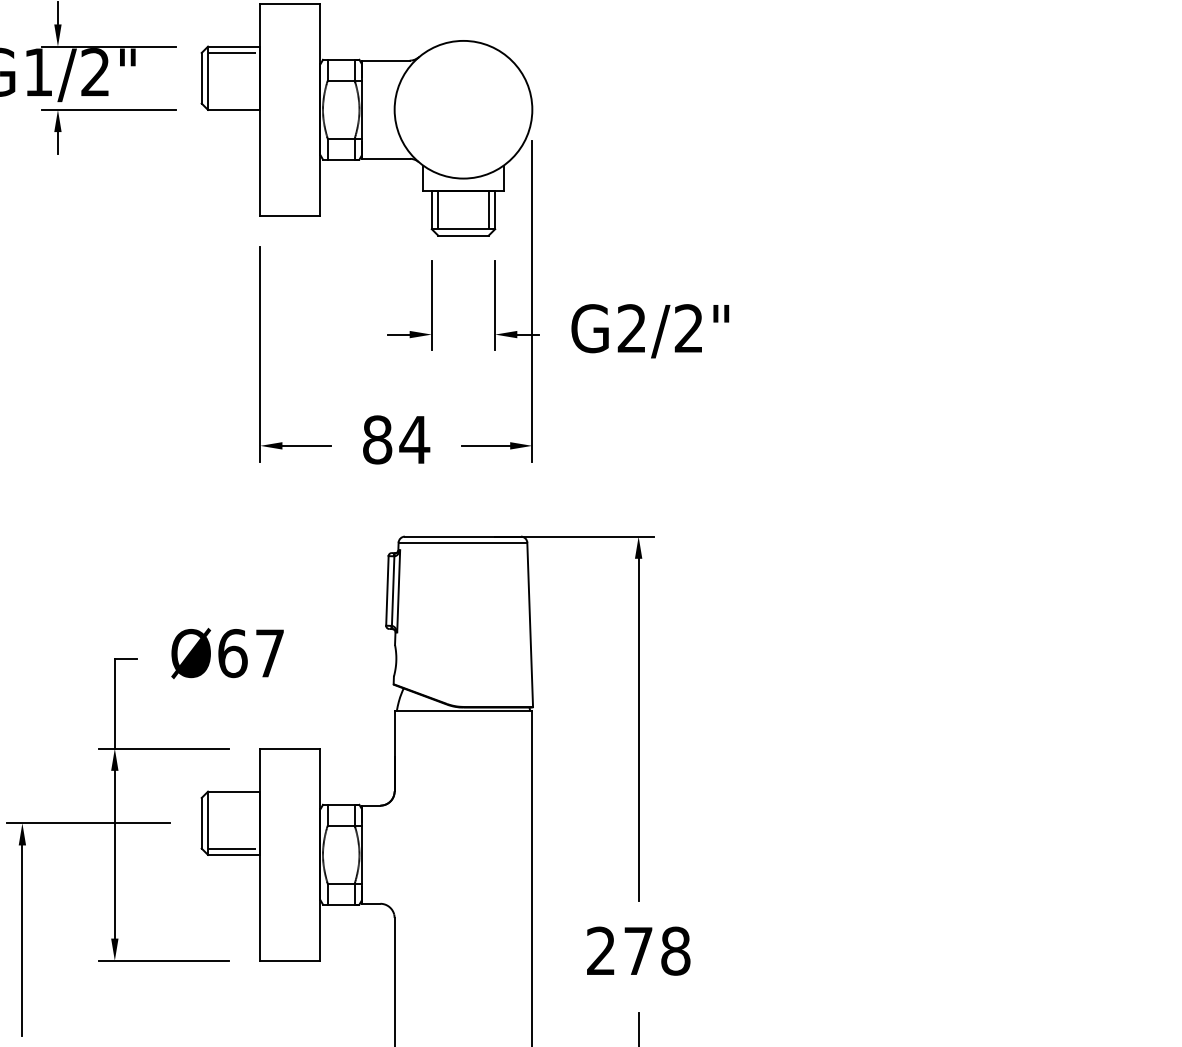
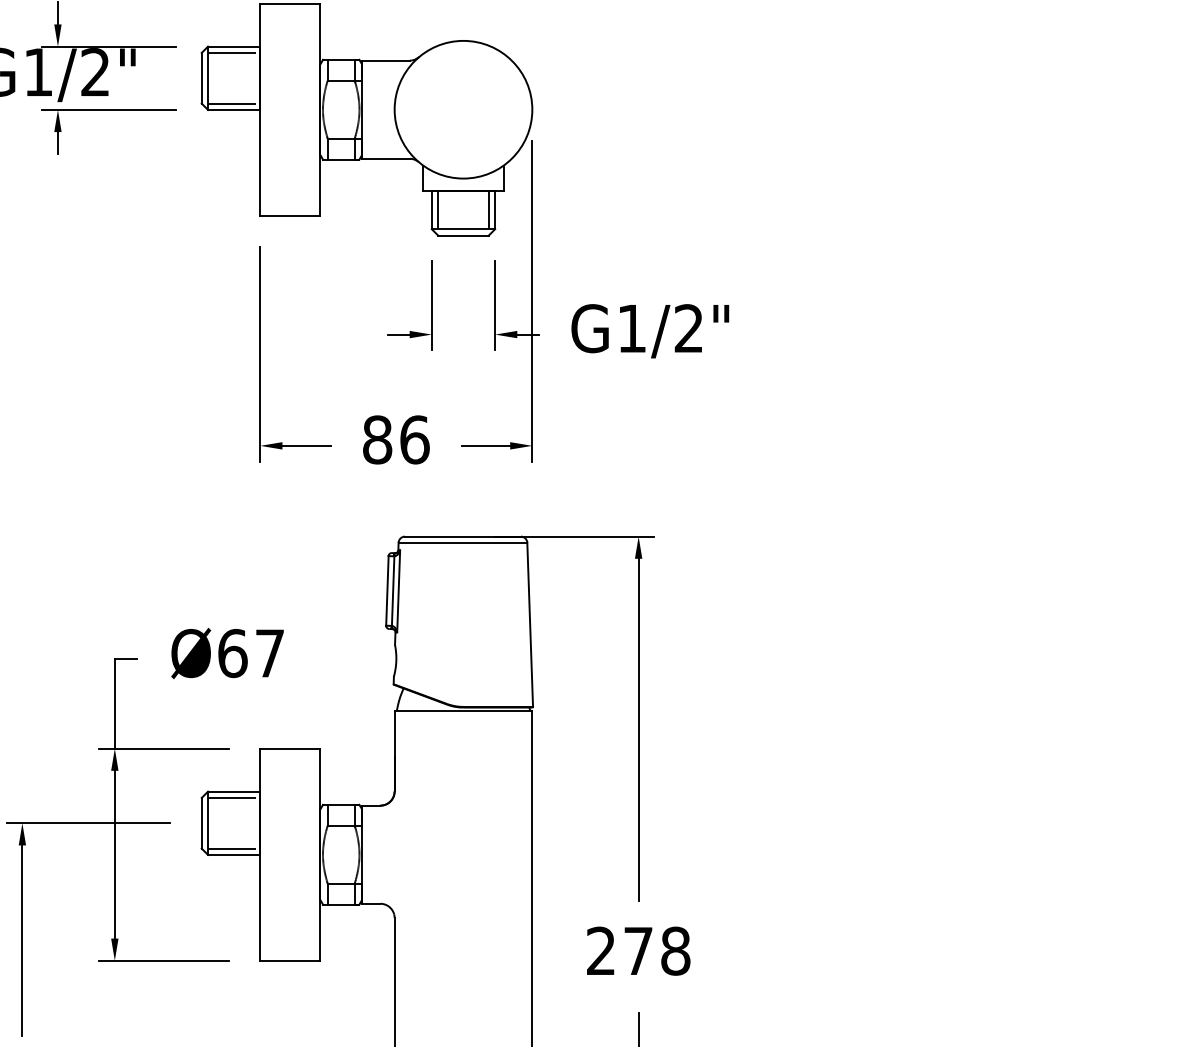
line at (234, 103): none -> present
text at (631, 328): G2/2" -> G1/2"
text at (414, 439): 84 -> 86
line at (234, 797): none -> present
